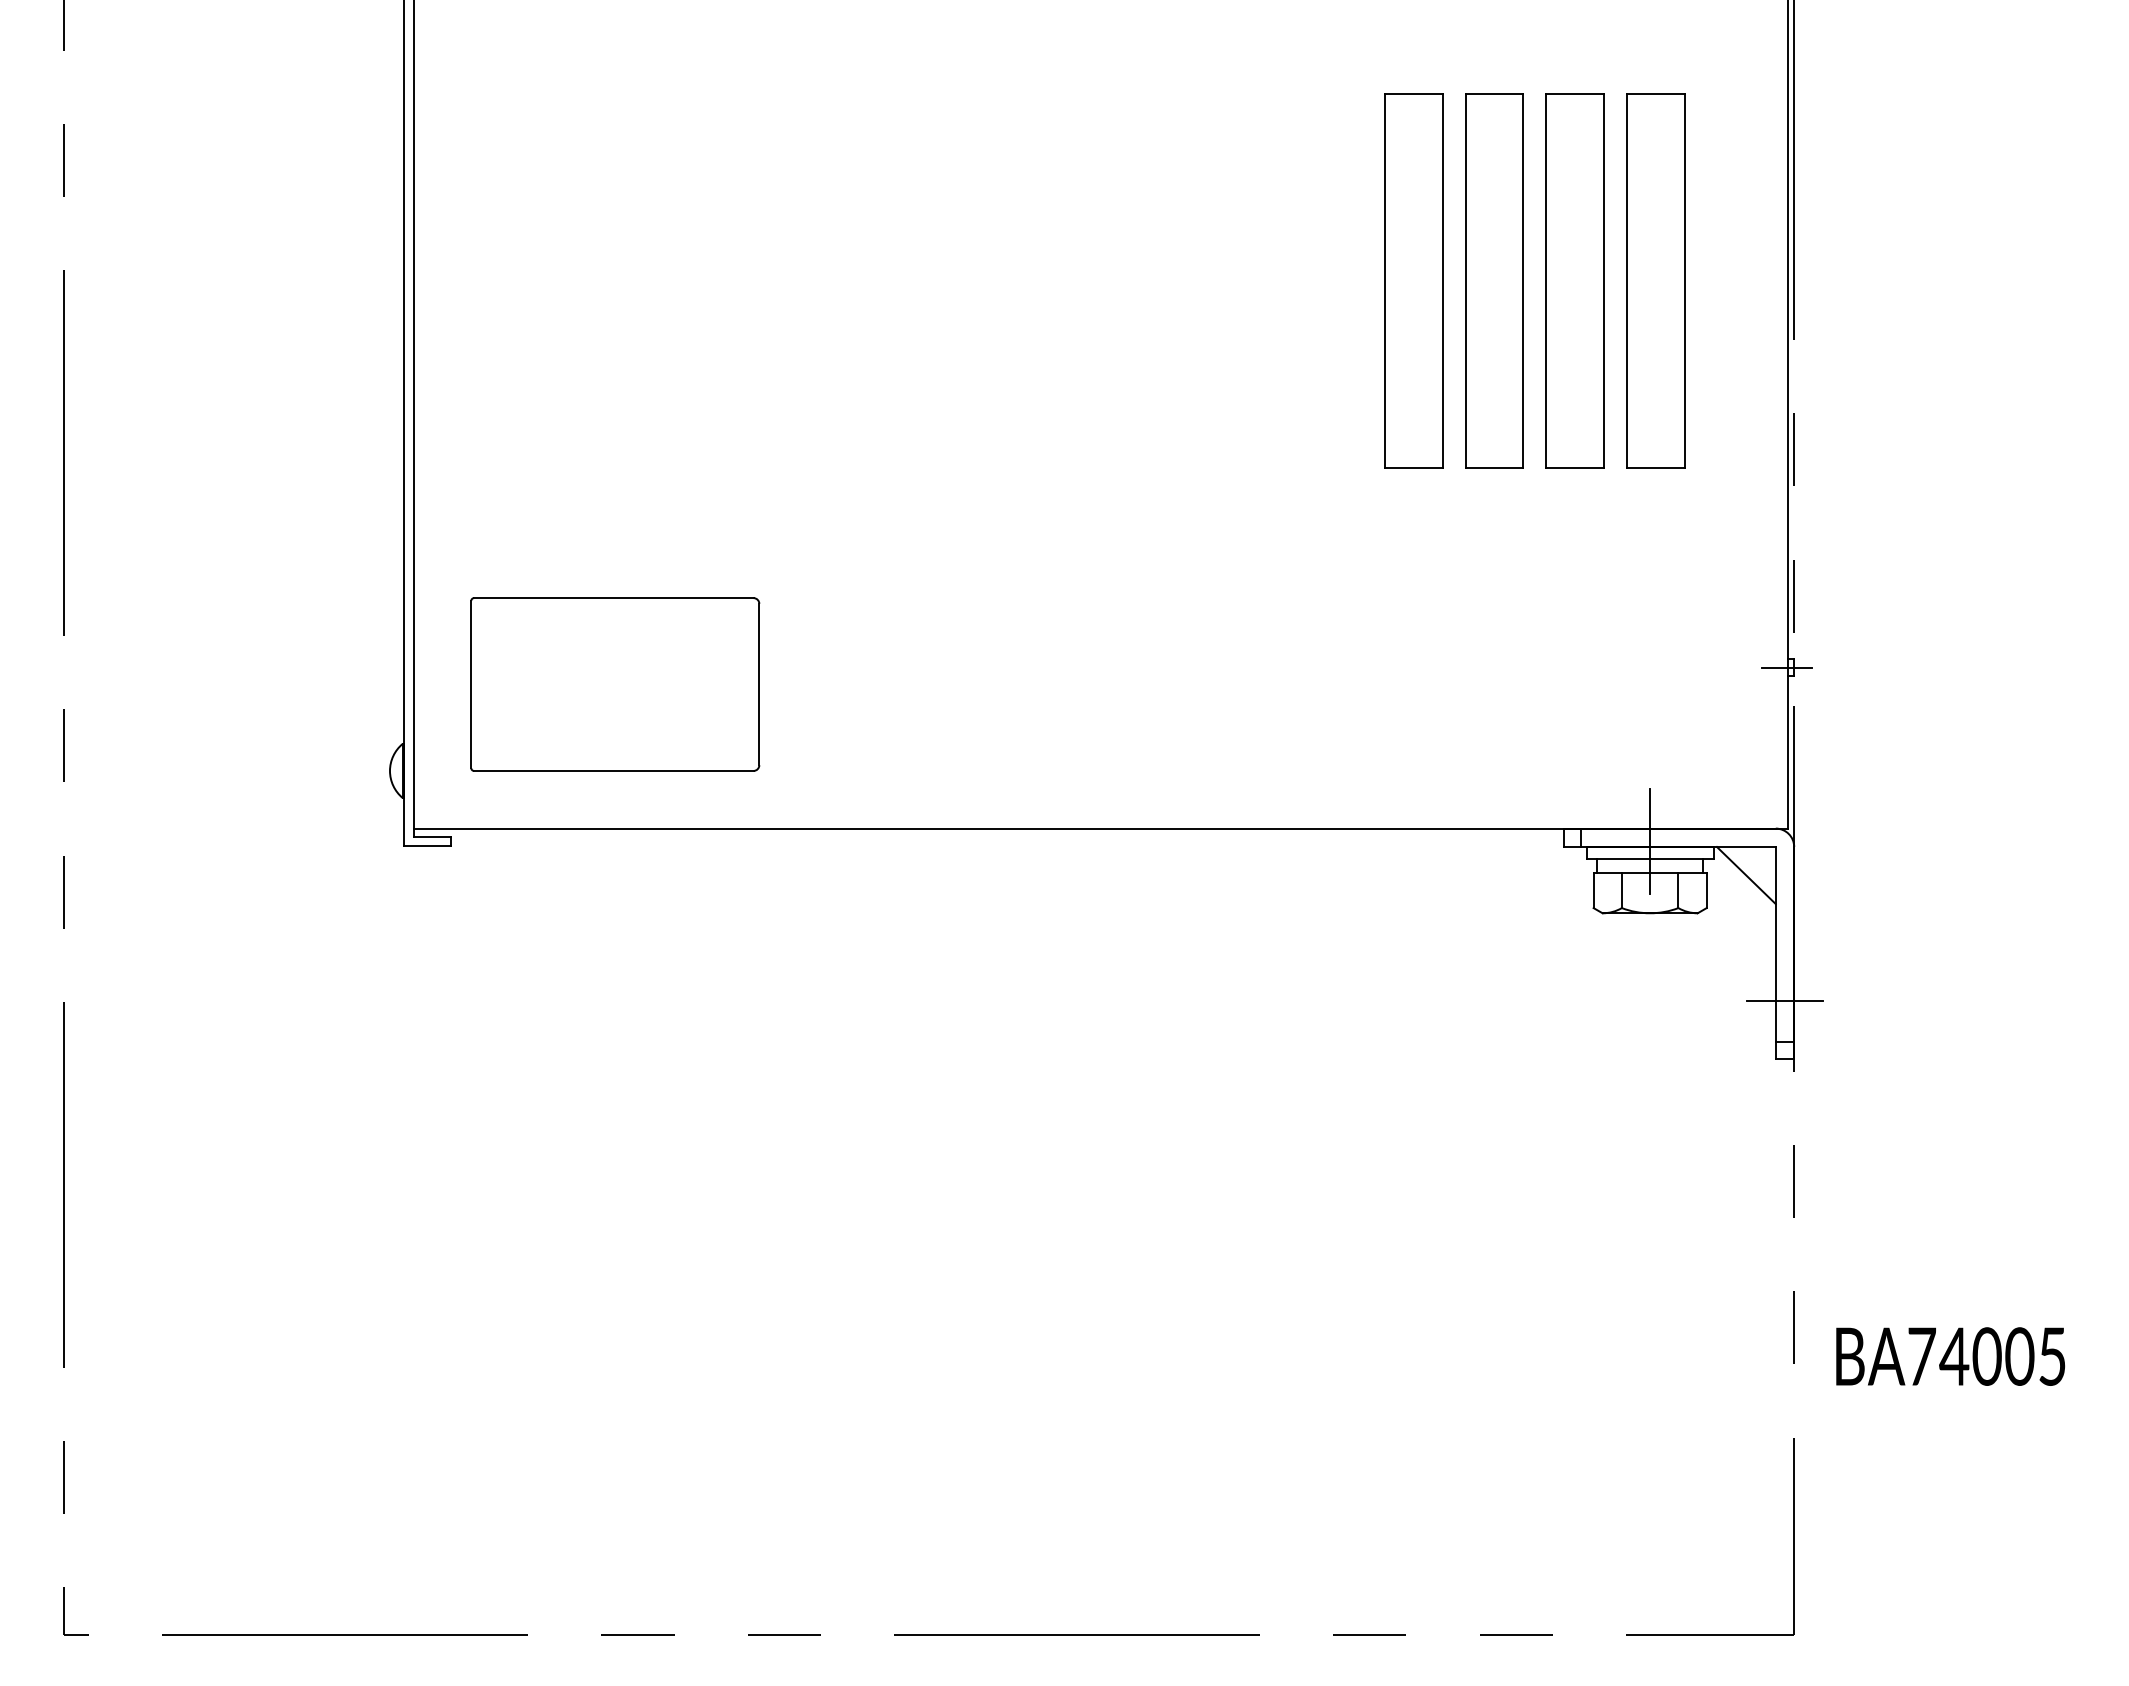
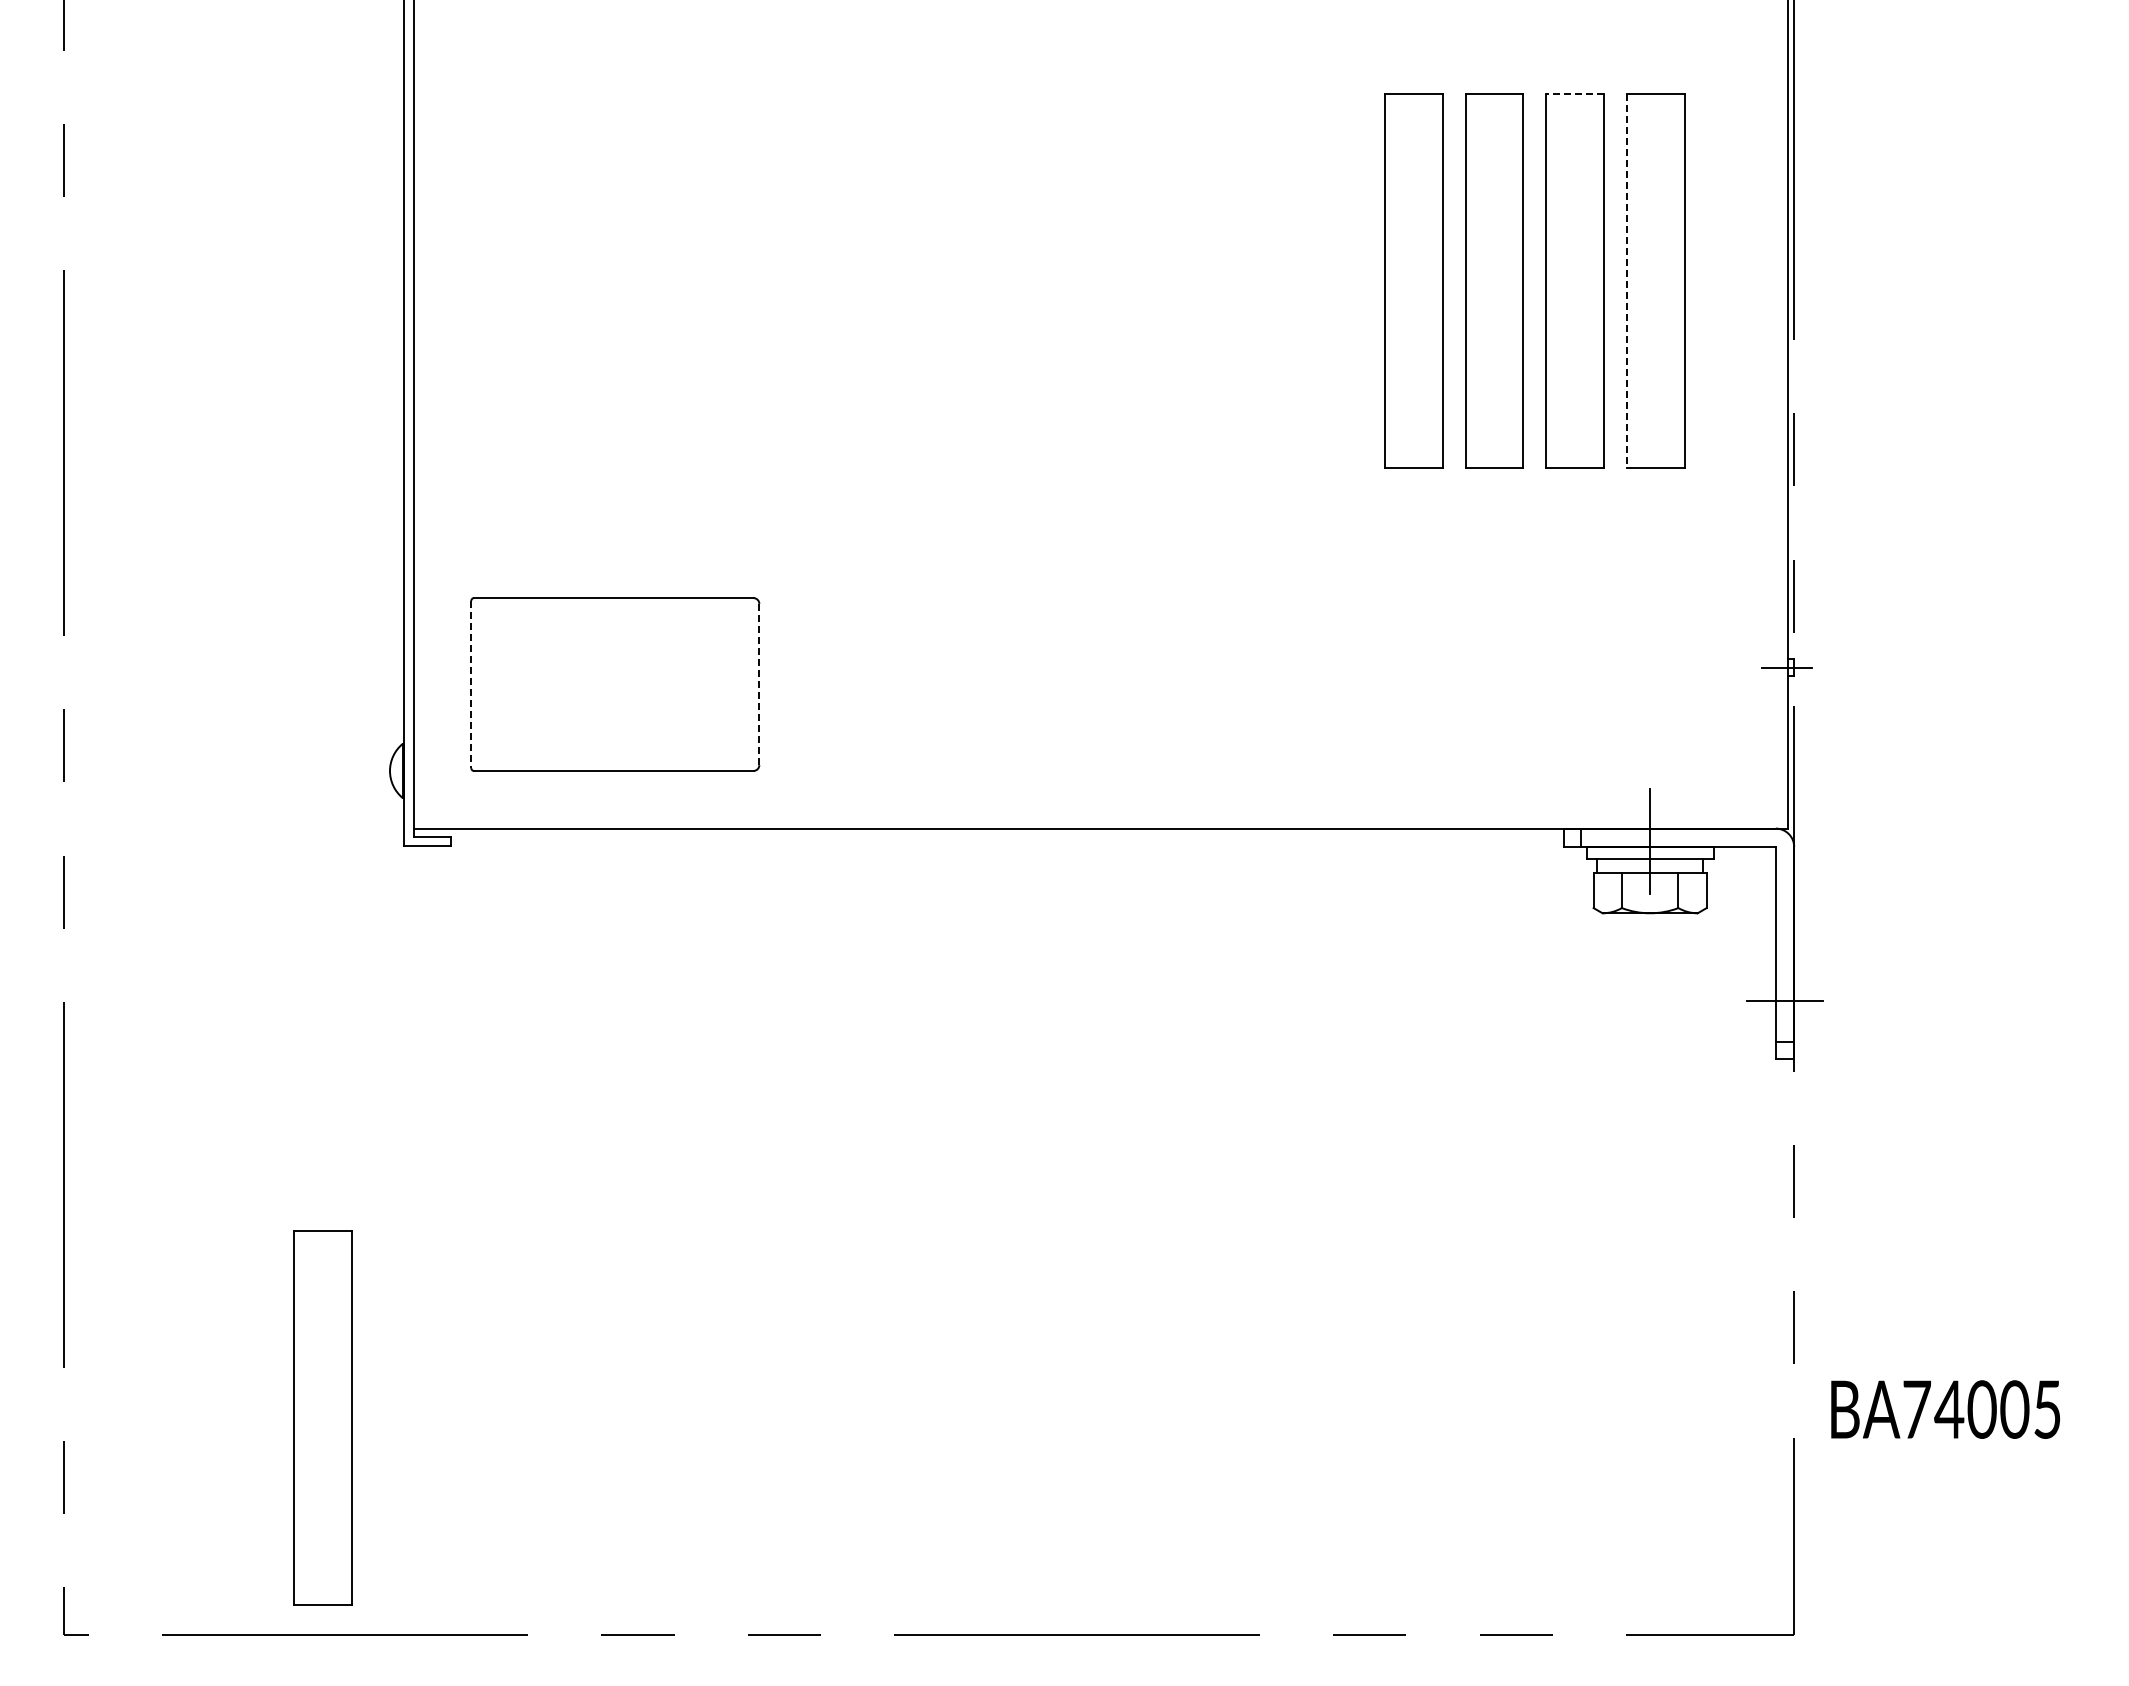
line at (1575, 93): solid -> dashed
line at (1627, 281): solid -> dashed
line at (471, 684): solid -> dashed
line at (759, 684): solid -> dashed
line at (1745, 875): present -> none
text at (1950, 1356) position: (1950, 1356) -> (1945, 1409)
part at (322, 1417): none -> present
